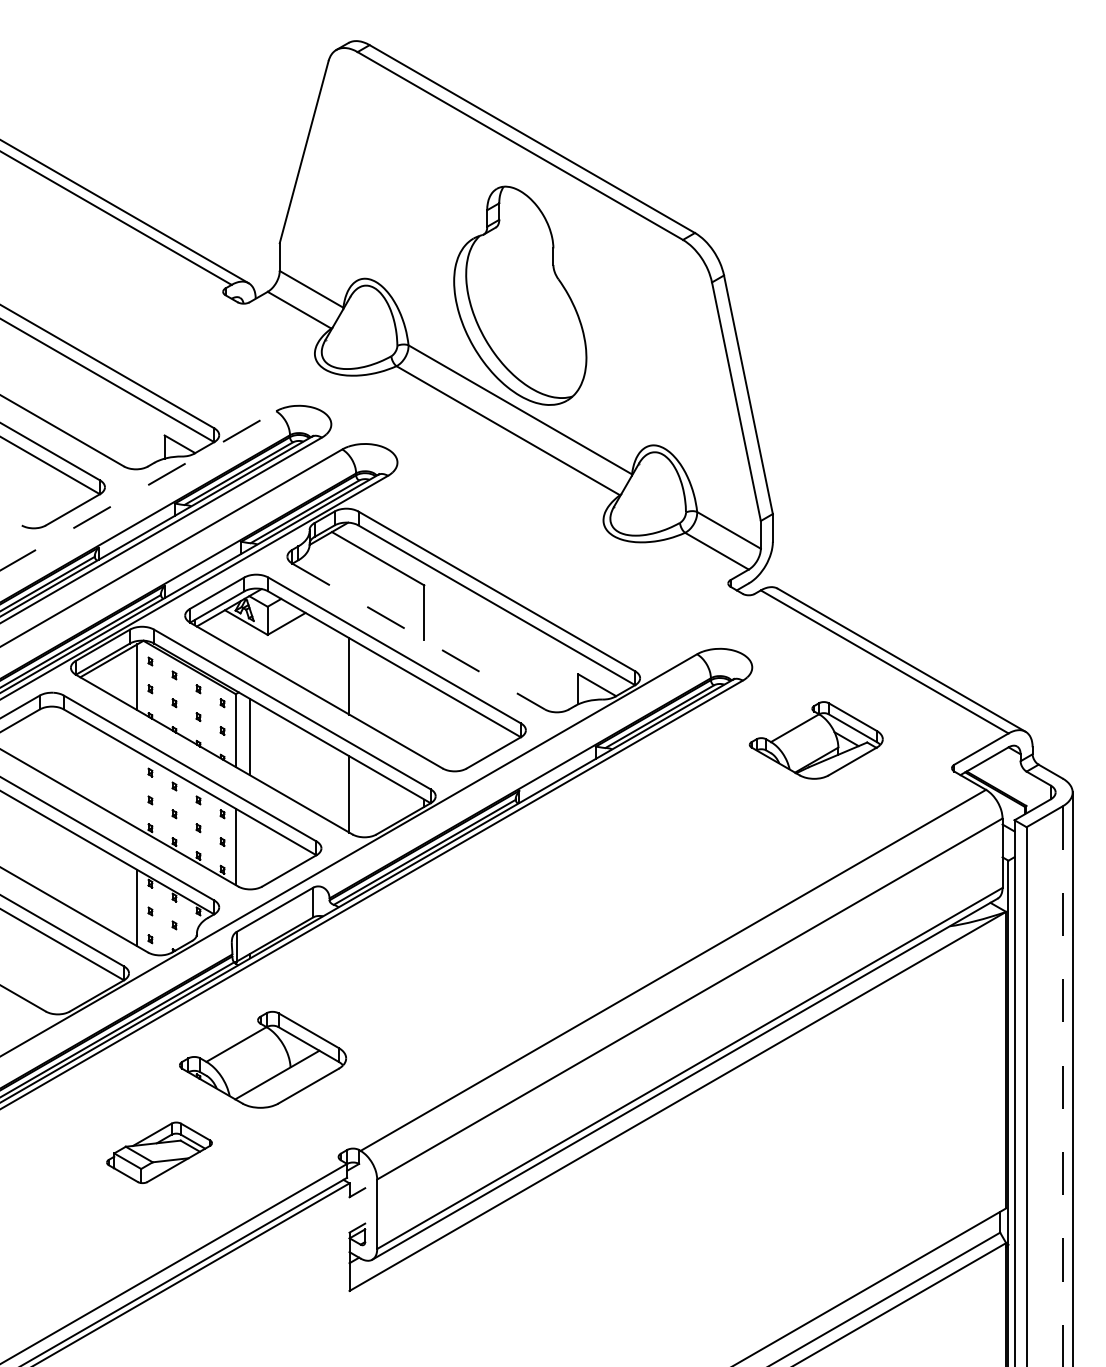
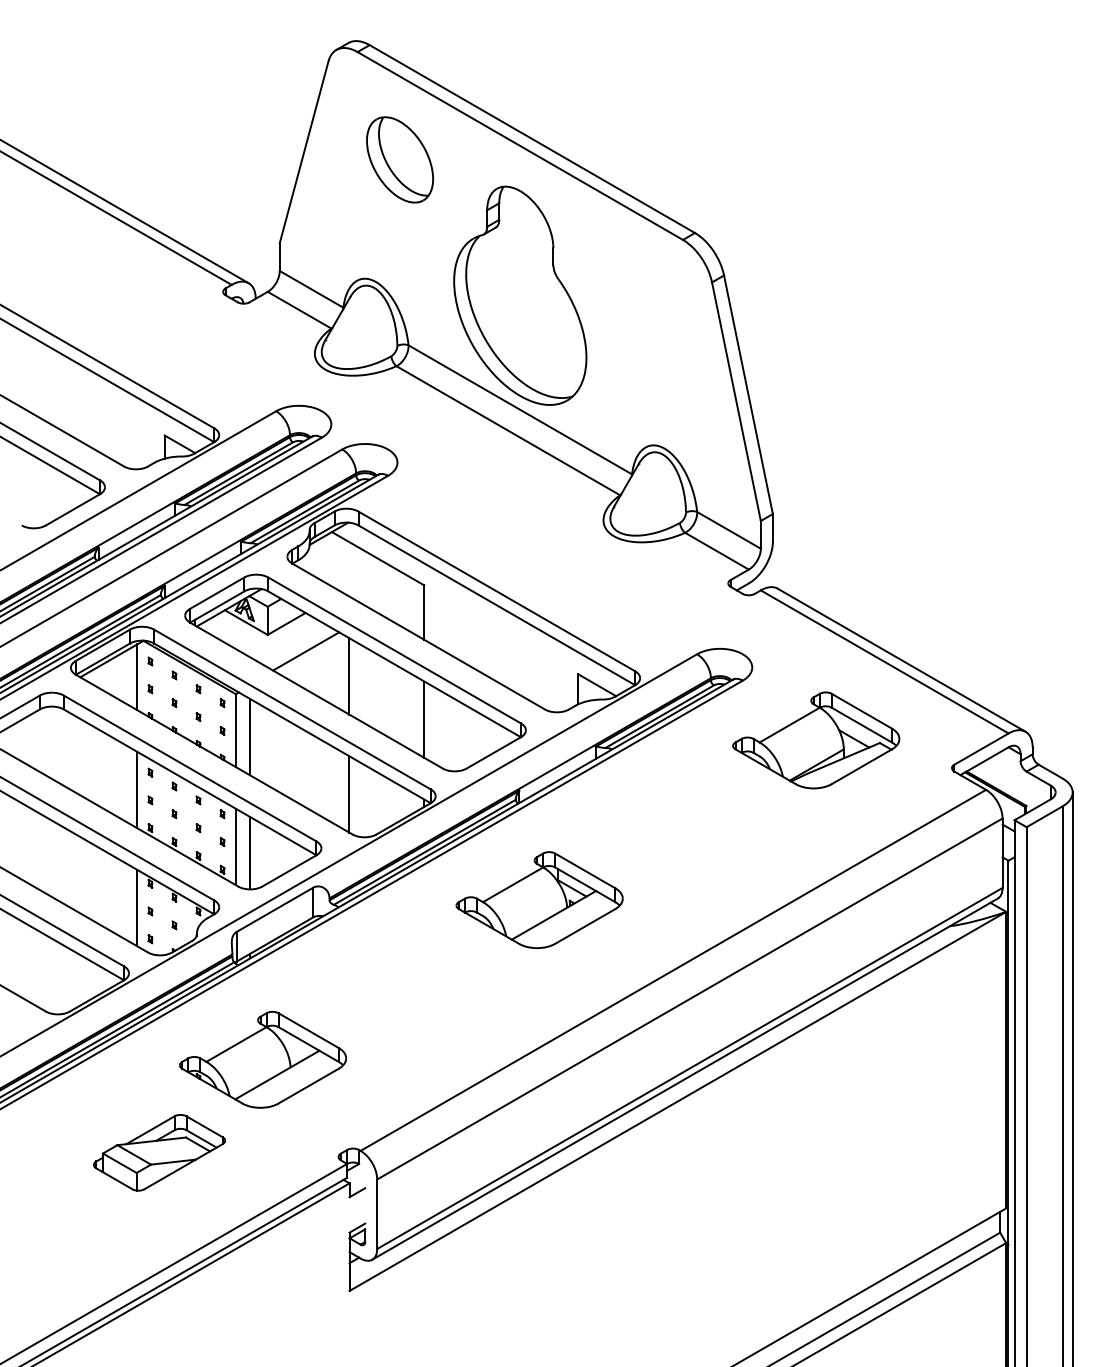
part at (399, 159): none -> present
line at (138, 490): dashed -> solid
line at (418, 636): dashed -> solid
line at (306, 651): none -> present
line at (424, 719): none -> present
part at (815, 740) size: 136x79 px -> 169x99 px
line at (137, 789): none -> present
line at (250, 853): none -> present
part at (539, 899): none -> present
line at (1062, 1086): dashed -> solid
part at (159, 1152) size: 107x63 px -> 133x78 px
